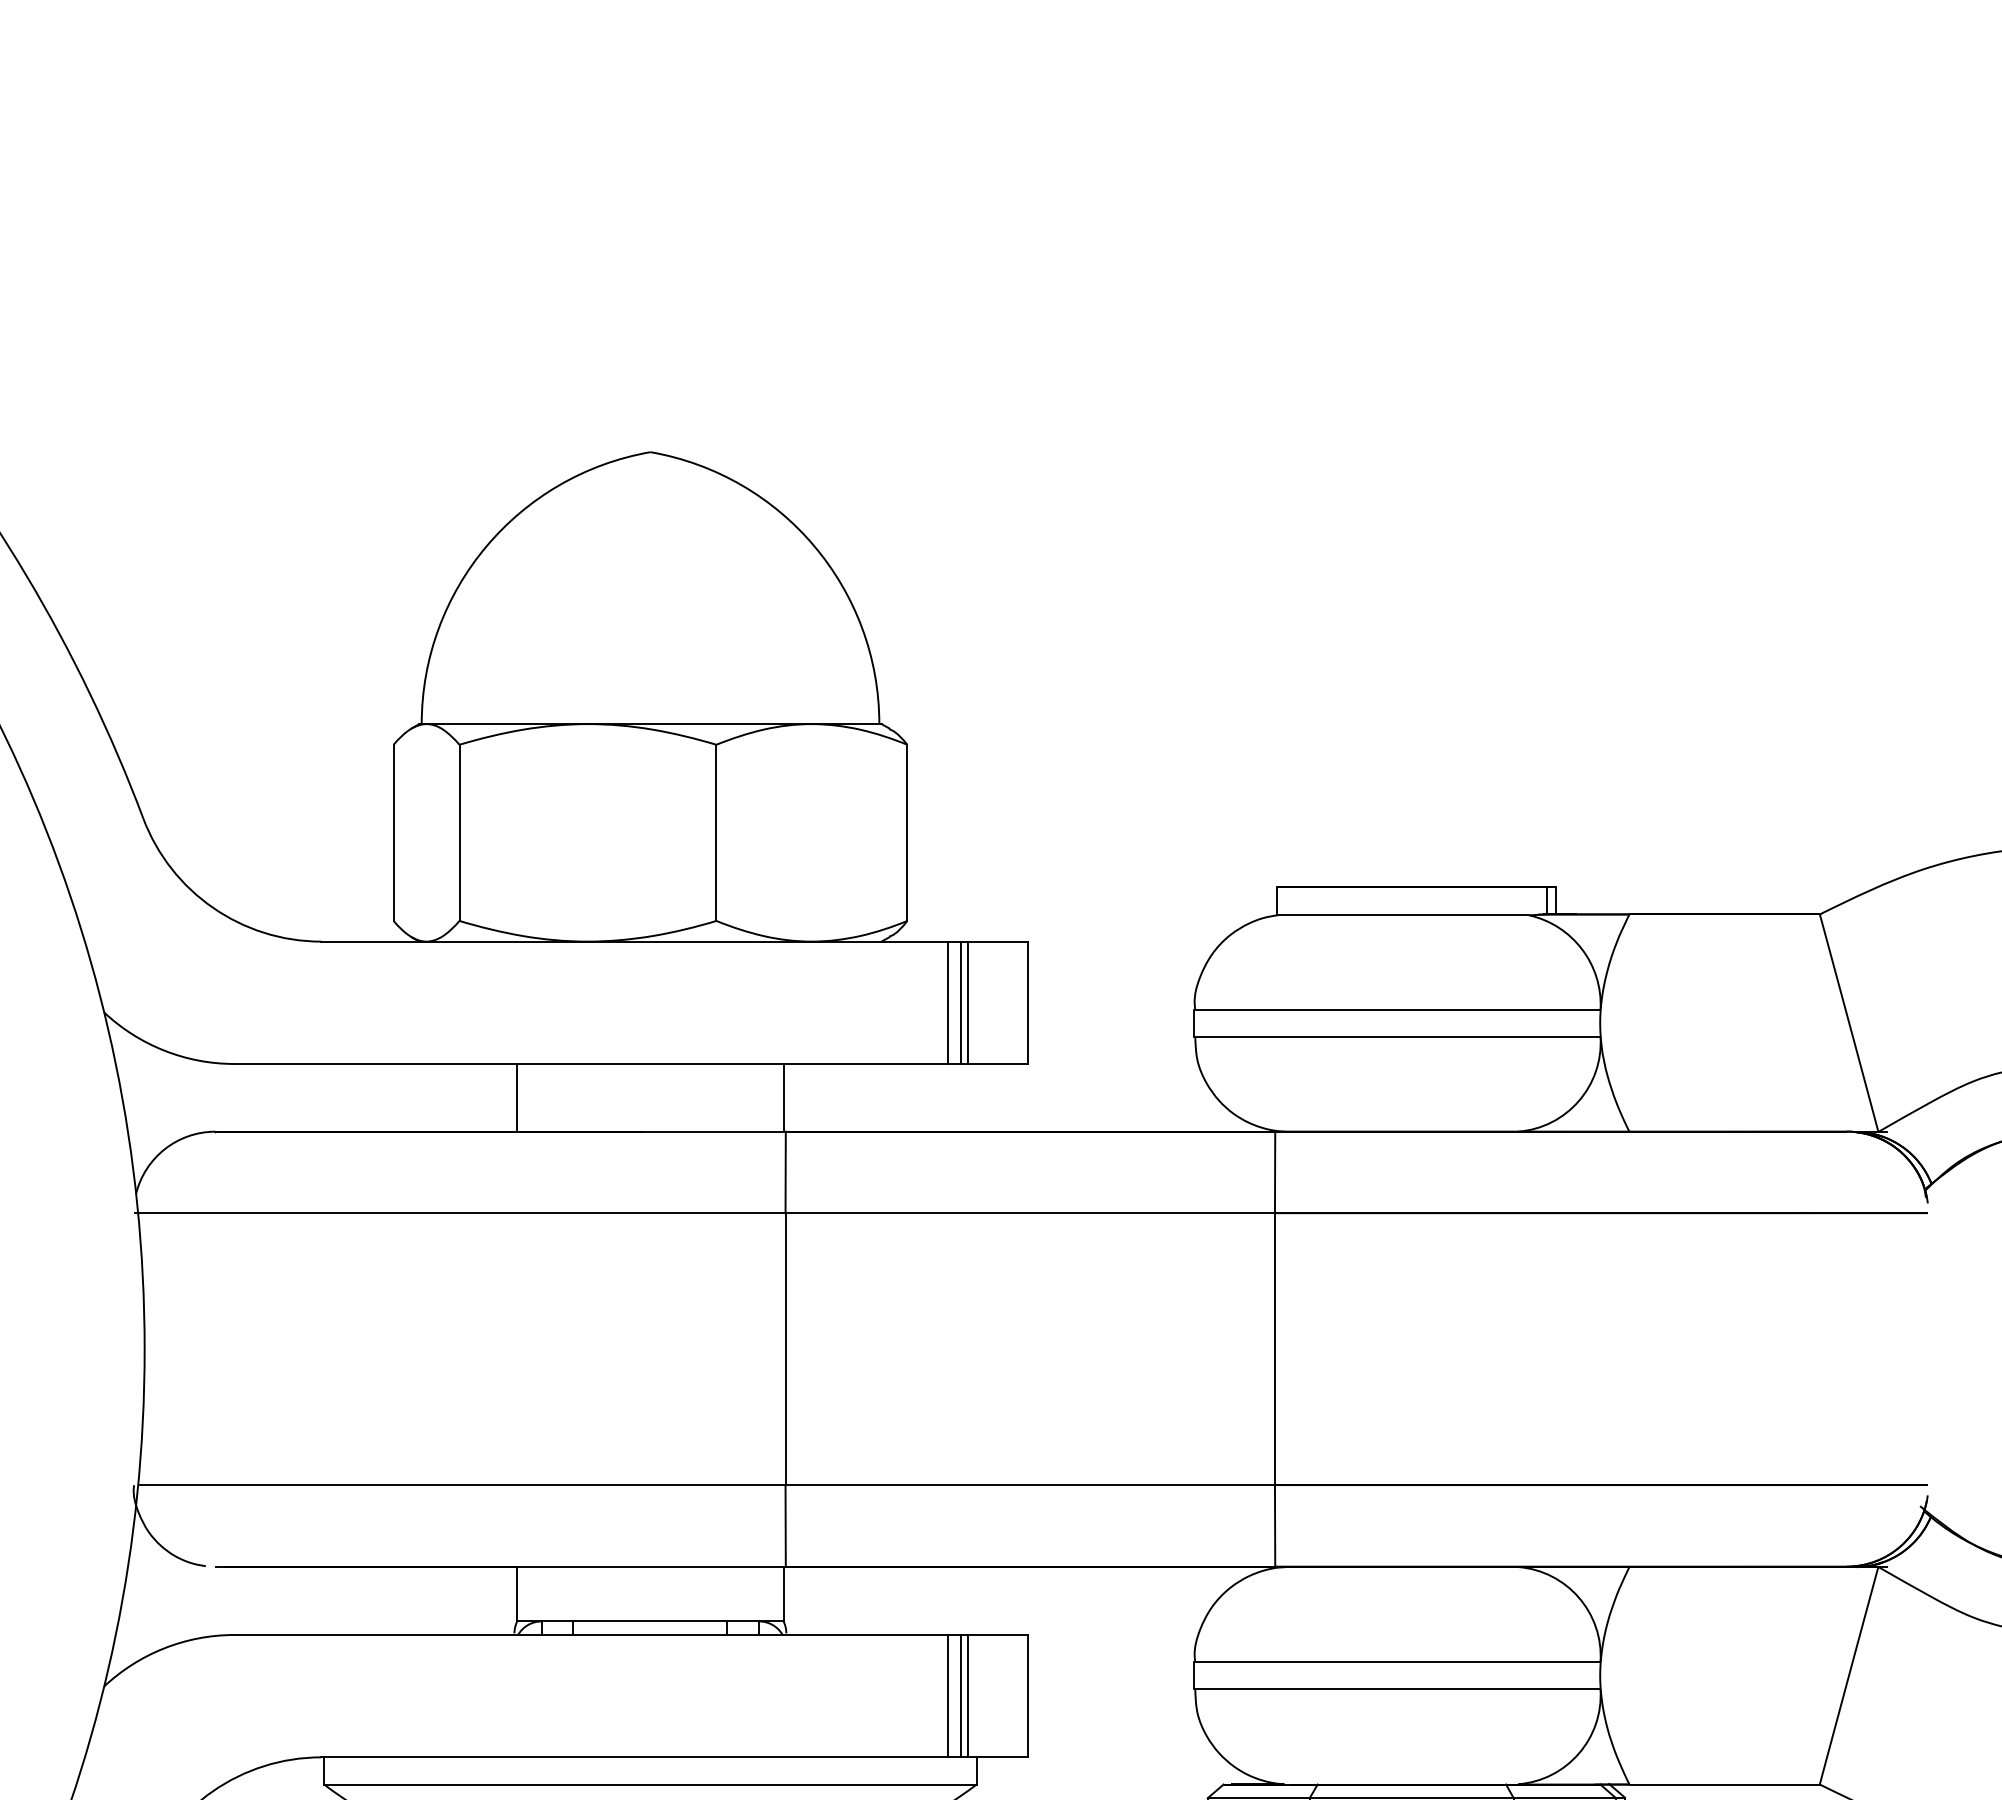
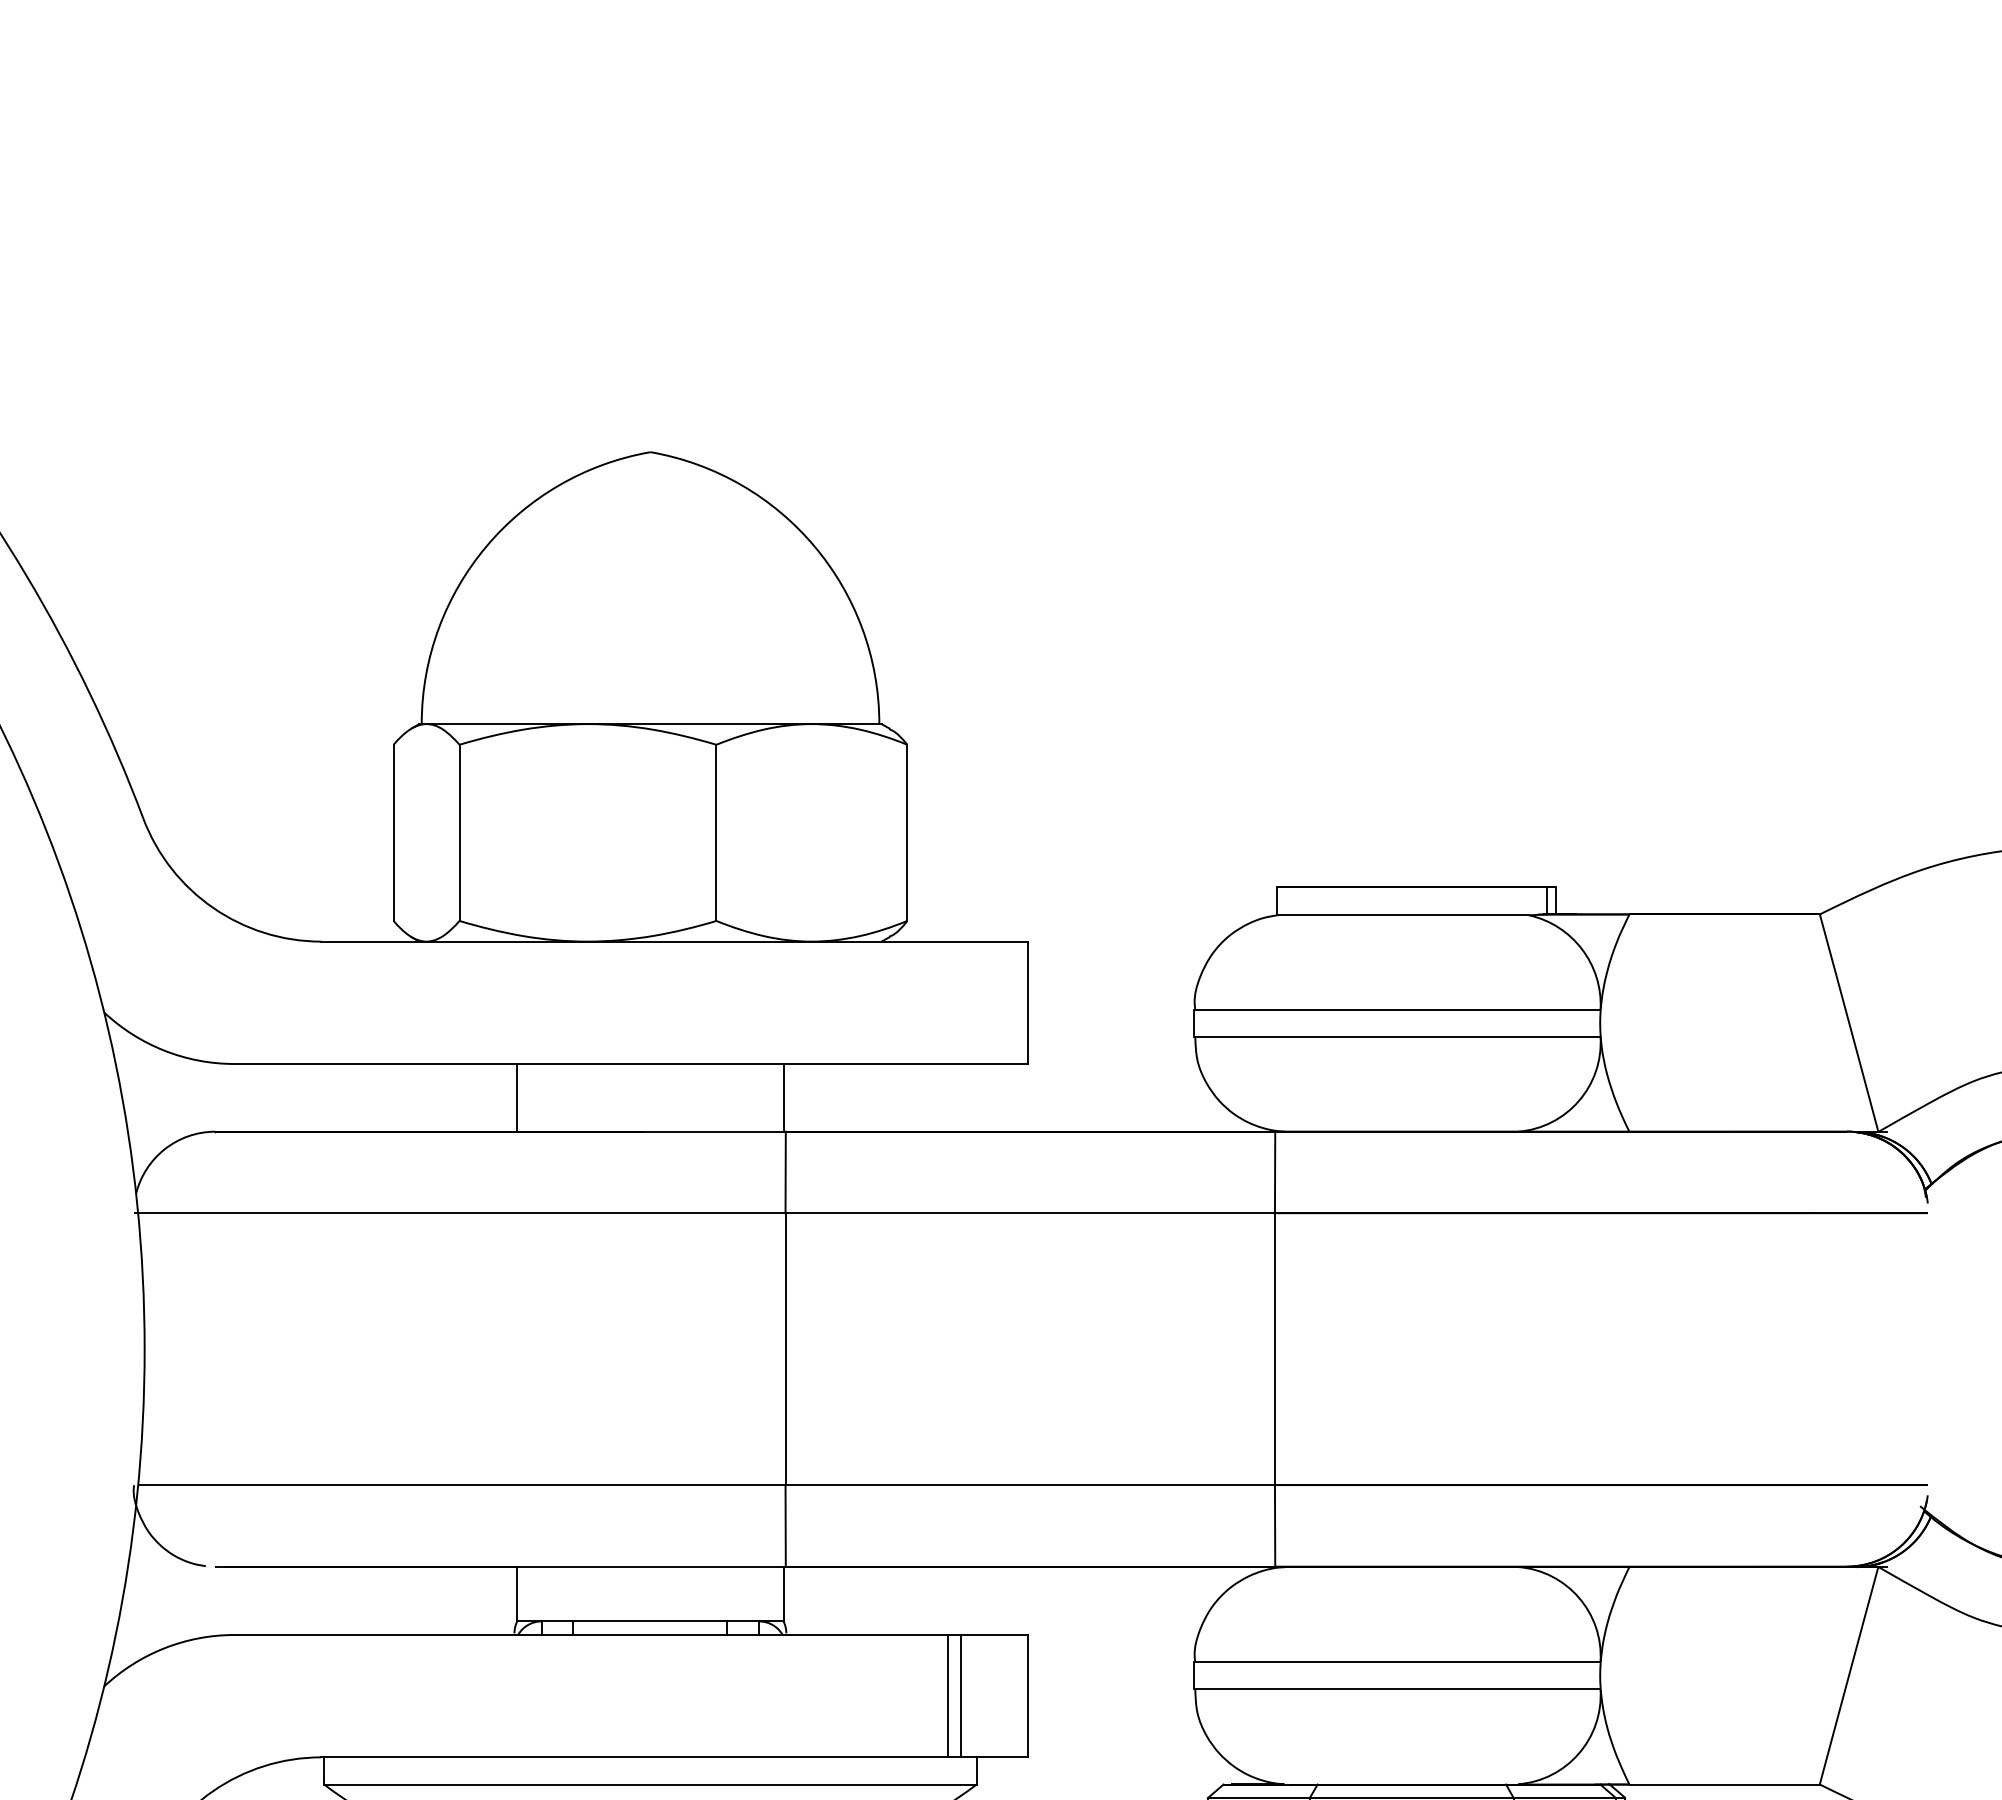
line at (947, 1002): present -> none
line at (960, 1002): present -> none
line at (967, 1002): present -> none
line at (967, 1696): present -> none
